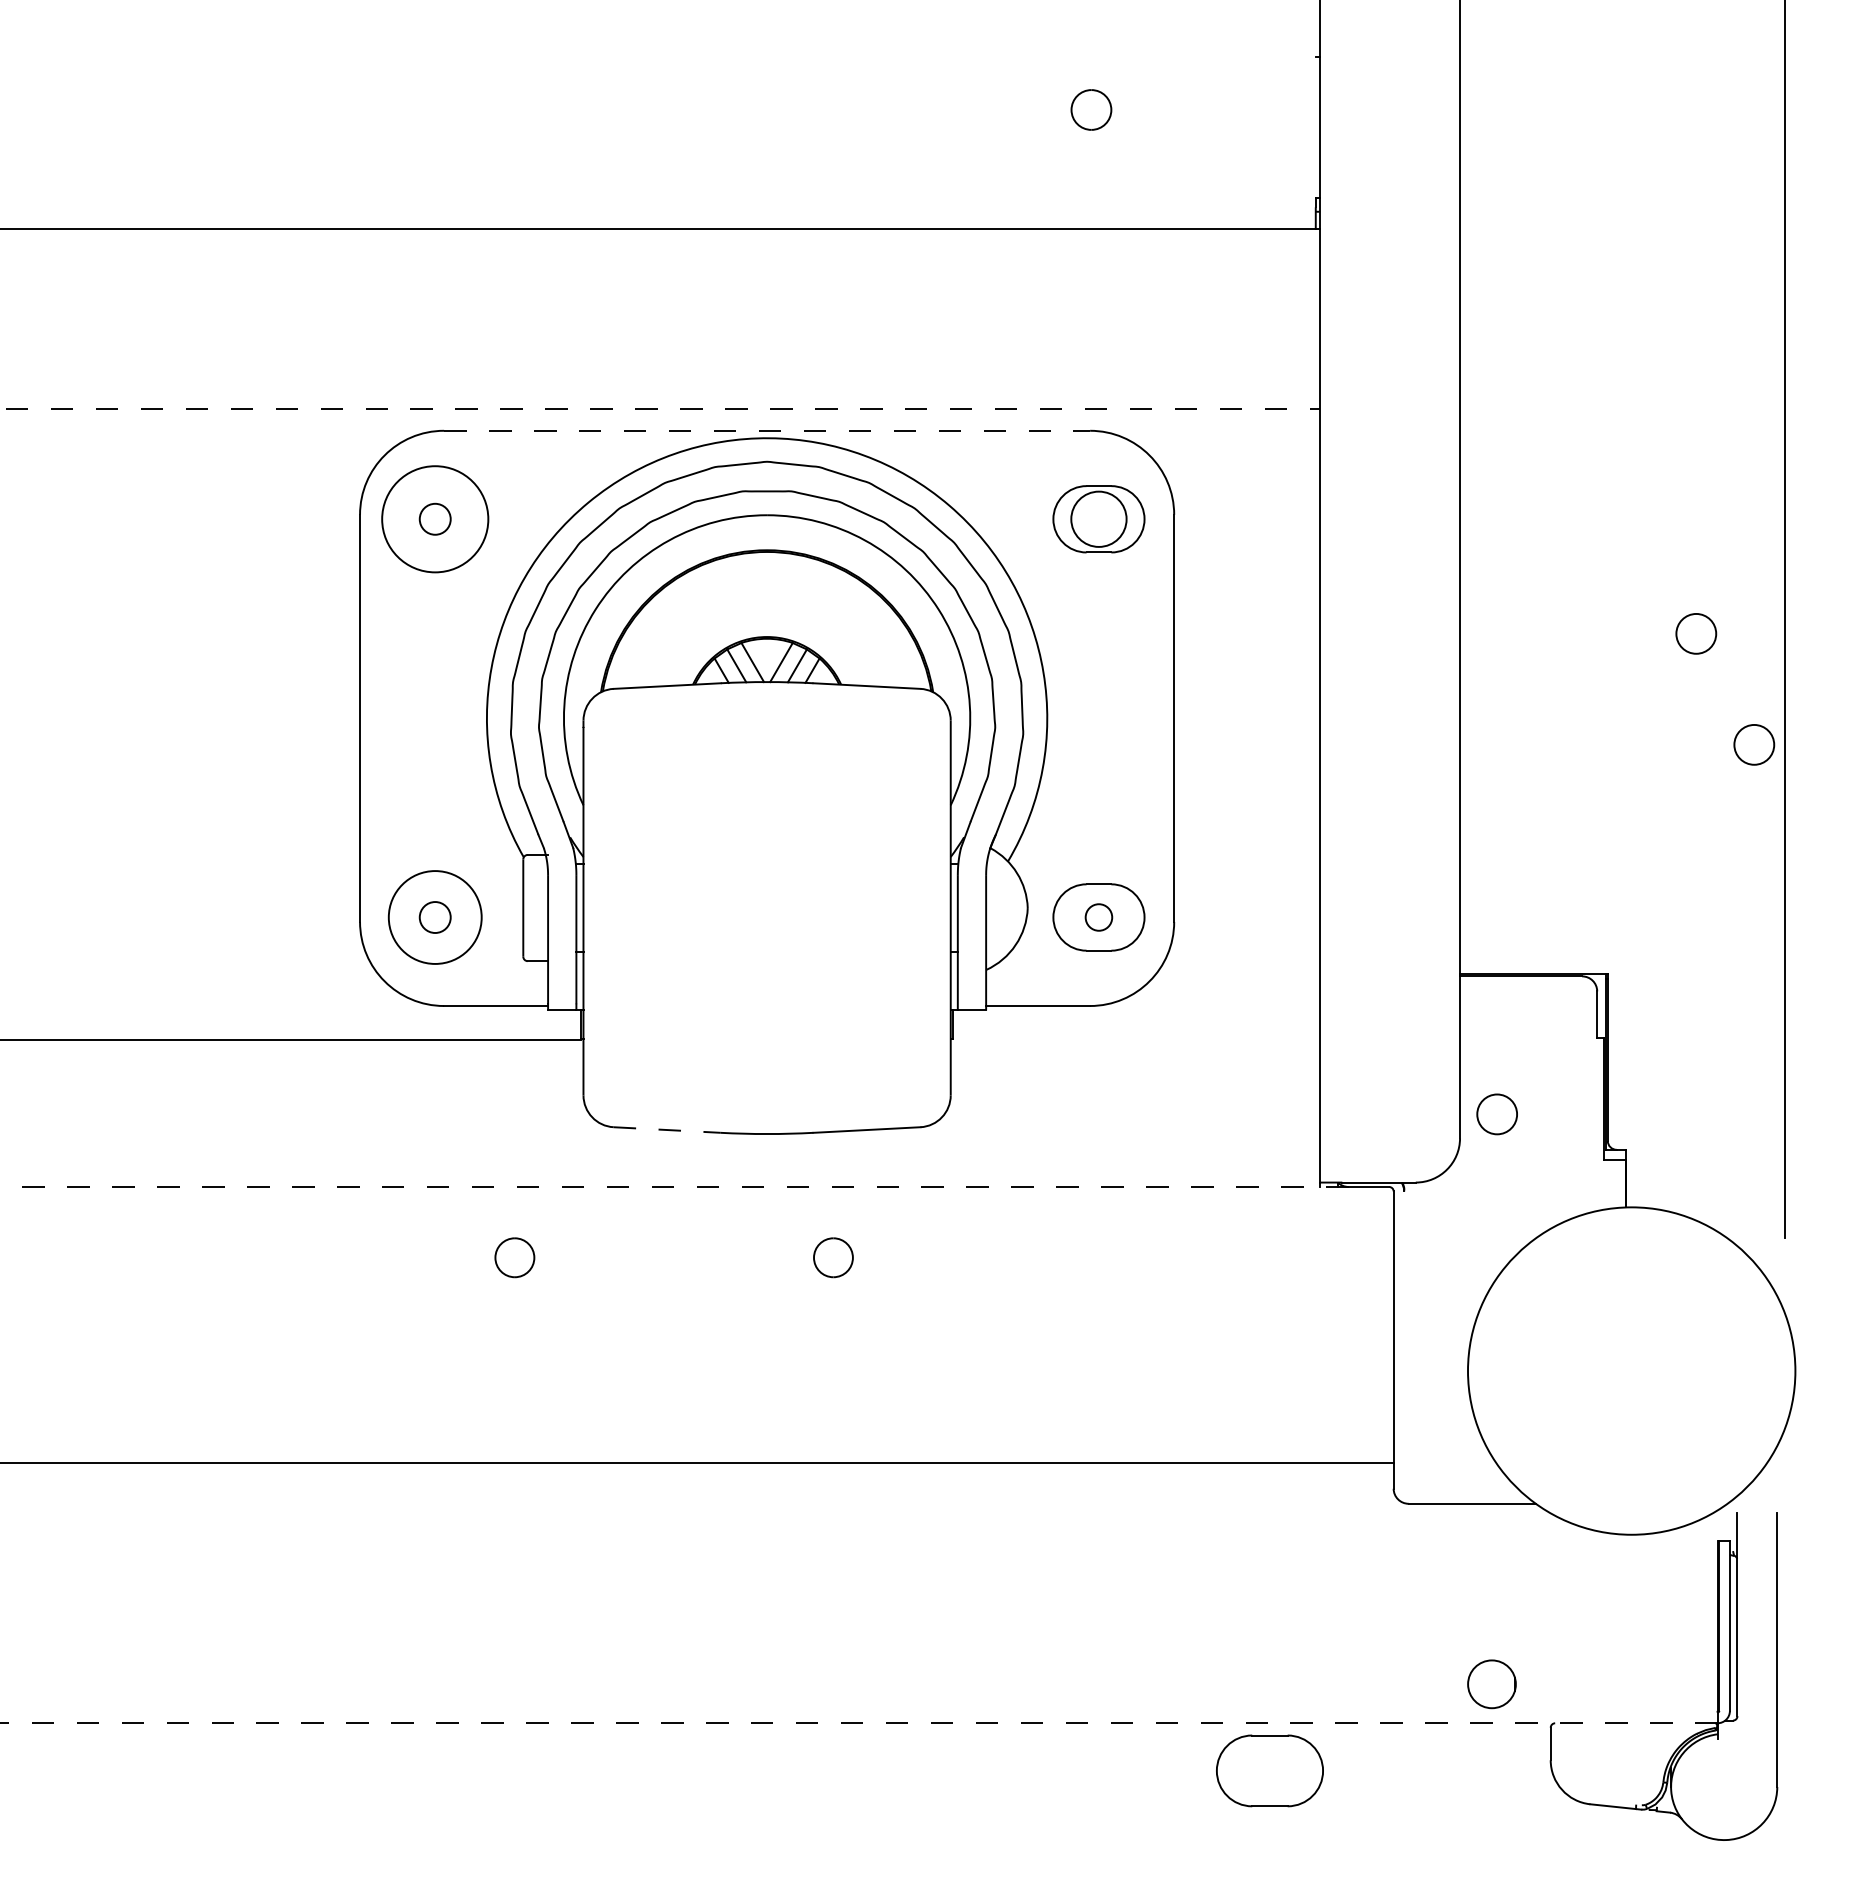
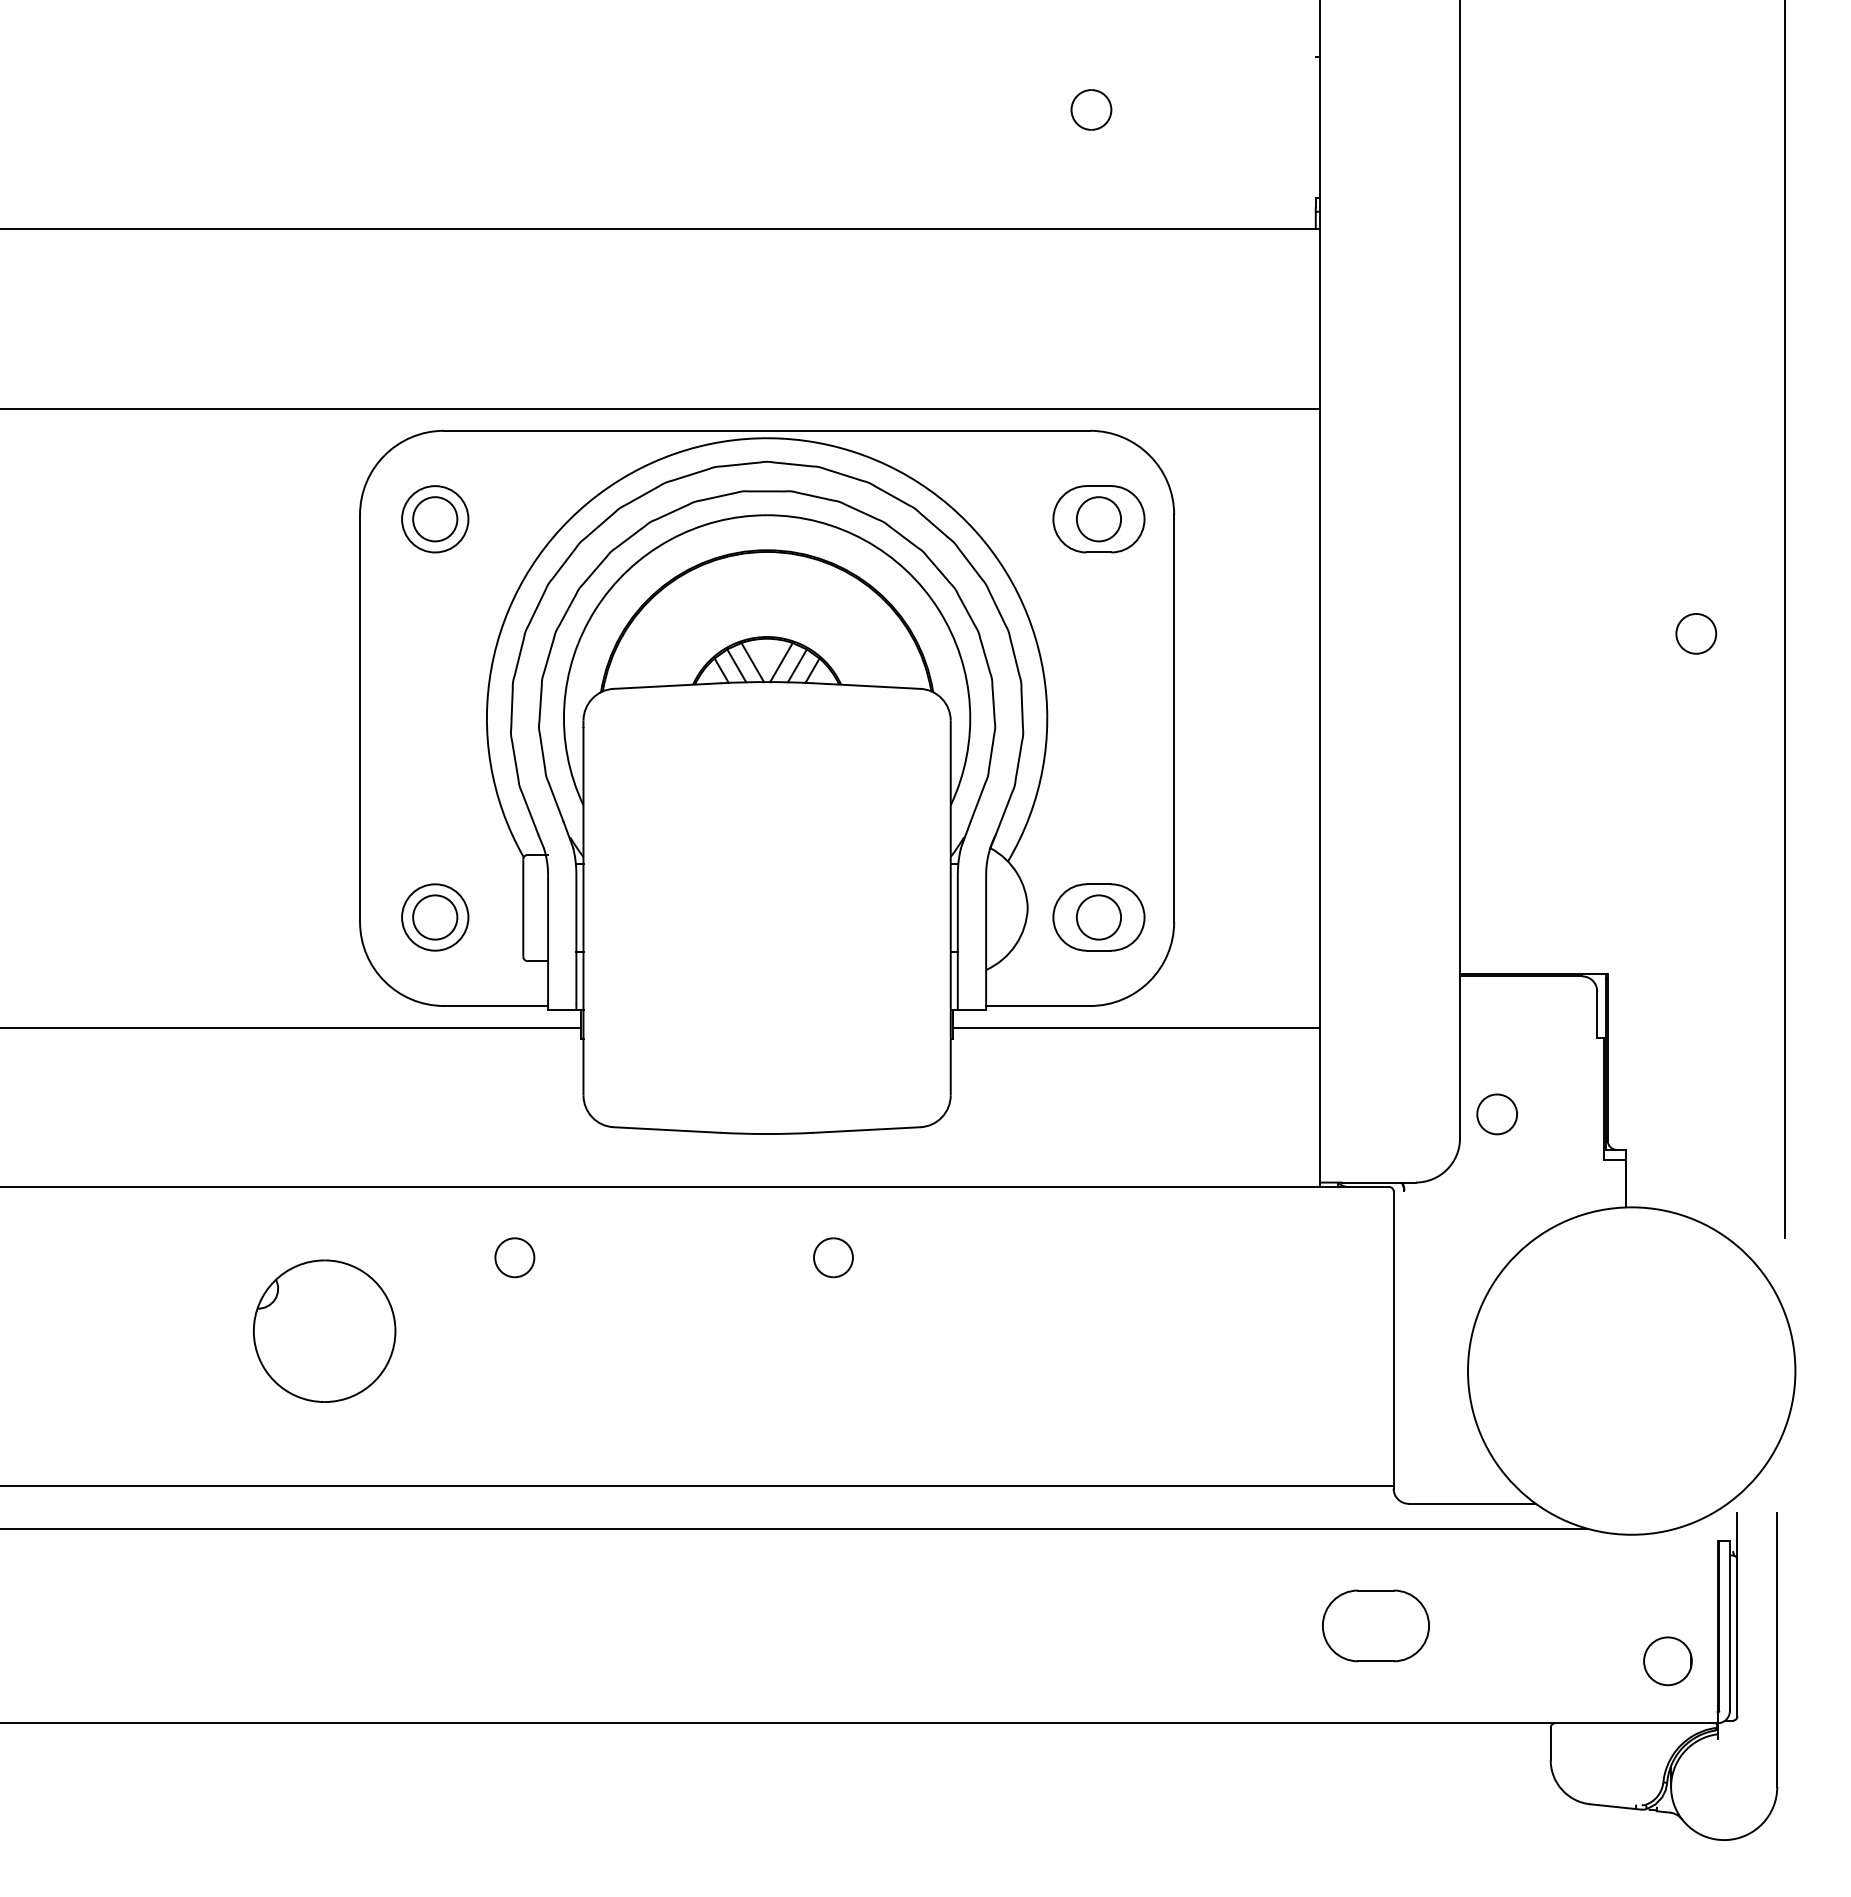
line at (660, 408): dashed -> solid
line at (767, 430): dashed -> solid
circle at (434, 518) diameter: 31 px -> 44 px
circle at (1098, 518) diameter: 55 px -> 44 px
circle at (435, 519) diameter: 106 px -> 66 px
circle at (1754, 744): present -> none
circle at (434, 917) diameter: 31 px -> 44 px
circle at (434, 917) diameter: 93 px -> 66 px
circle at (1098, 917) diameter: 27 px -> 44 px
line at (1136, 1028): none -> present
line at (291, 1040) position: (291, 1040) -> (291, 1028)
line at (667, 1130): dashed -> solid
line at (674, 1187): dashed -> solid
part at (324, 1330): none -> present
line at (697, 1463) position: (697, 1463) -> (697, 1486)
line at (794, 1528): none -> present
part at (1491, 1684) position: (1491, 1684) -> (1667, 1661)
line at (858, 1723): dashed -> solid
part at (1269, 1770) position: (1269, 1770) -> (1375, 1625)
